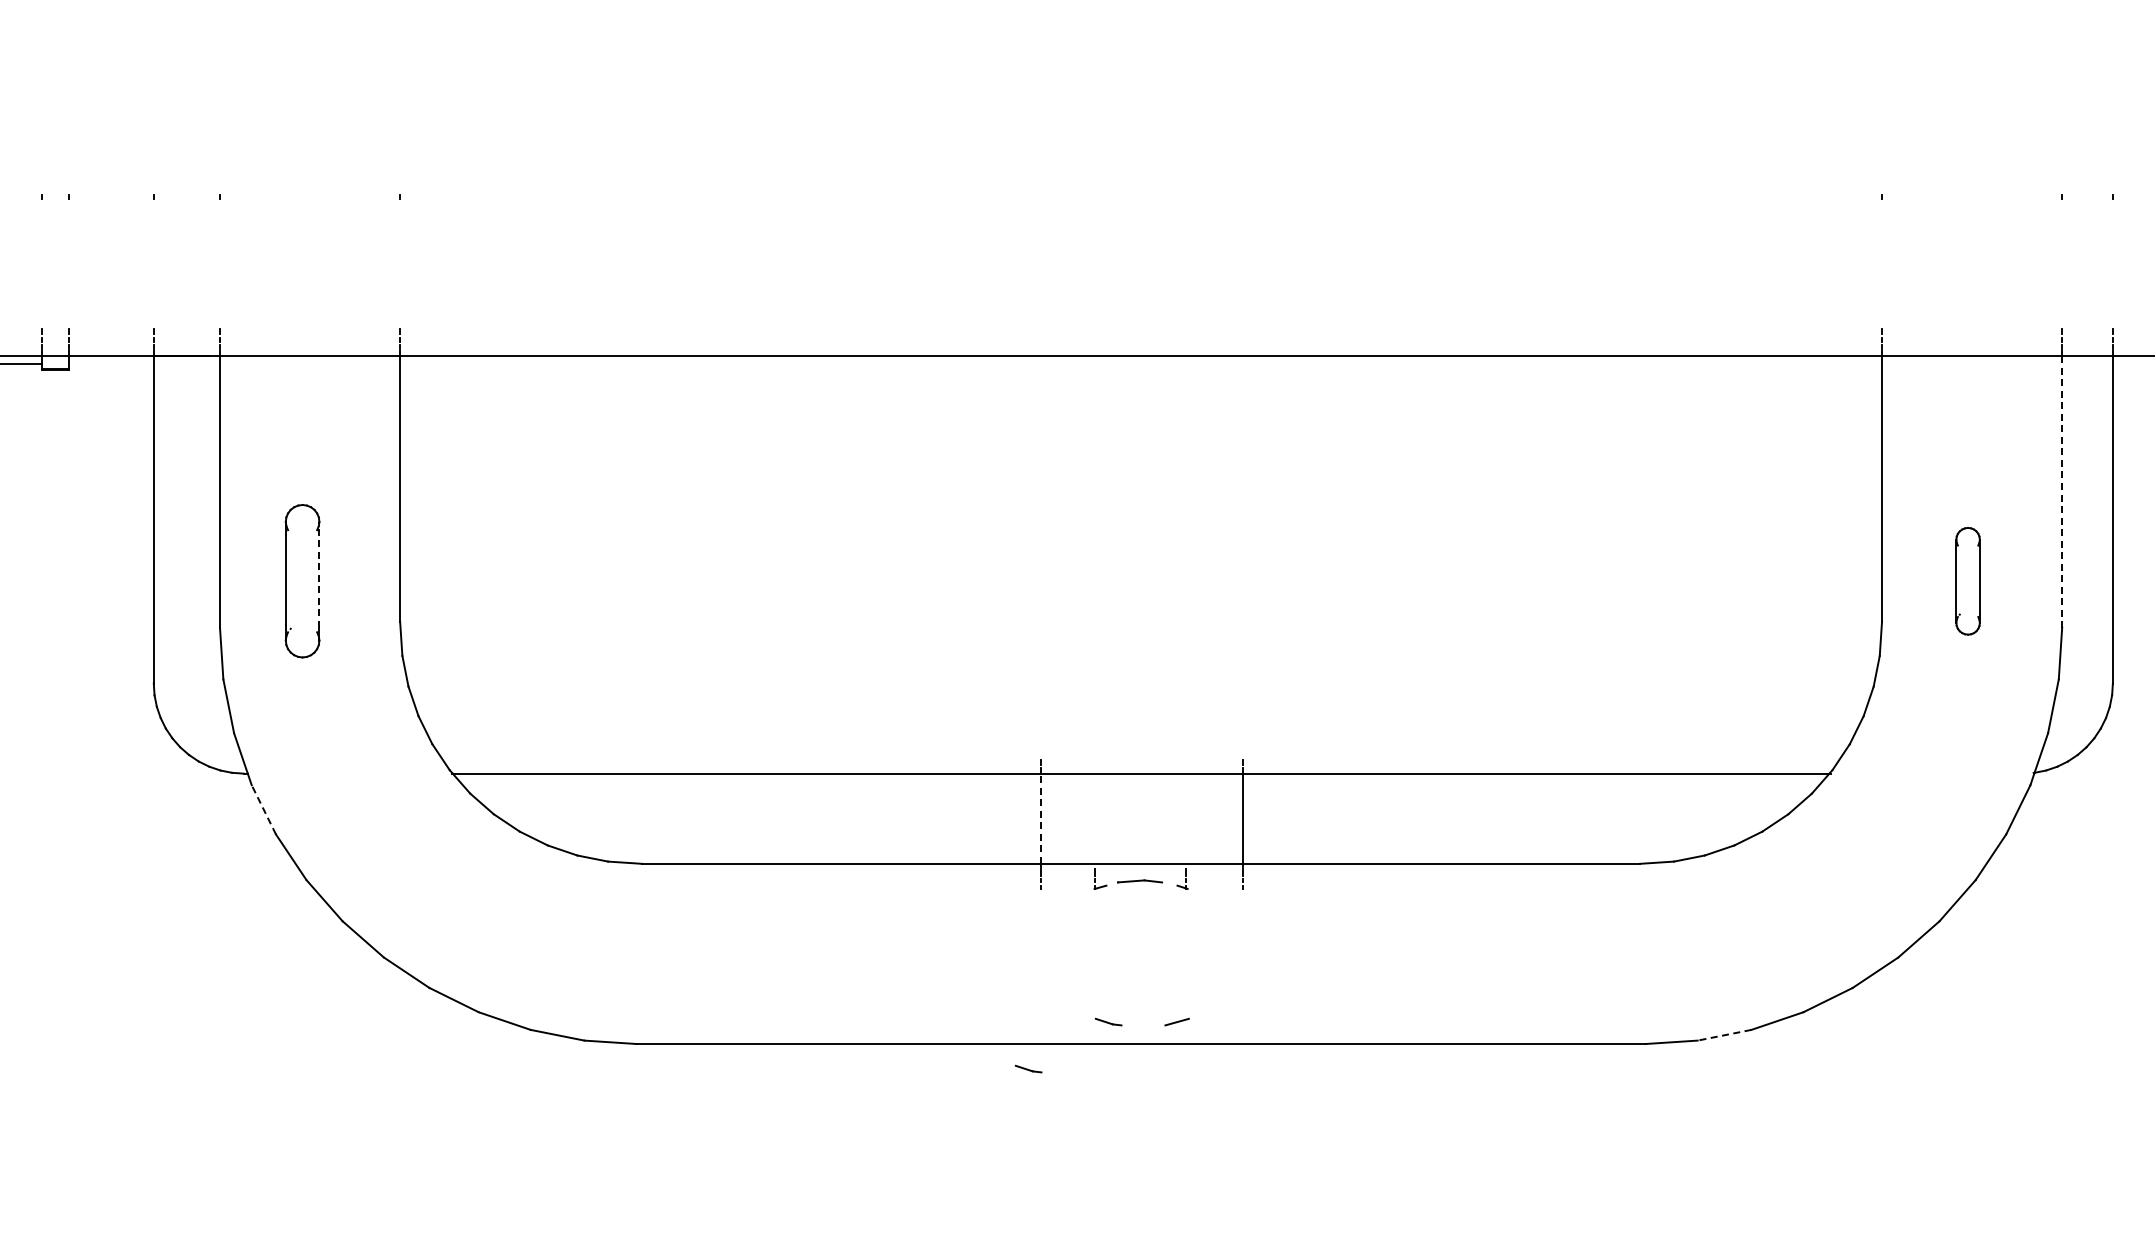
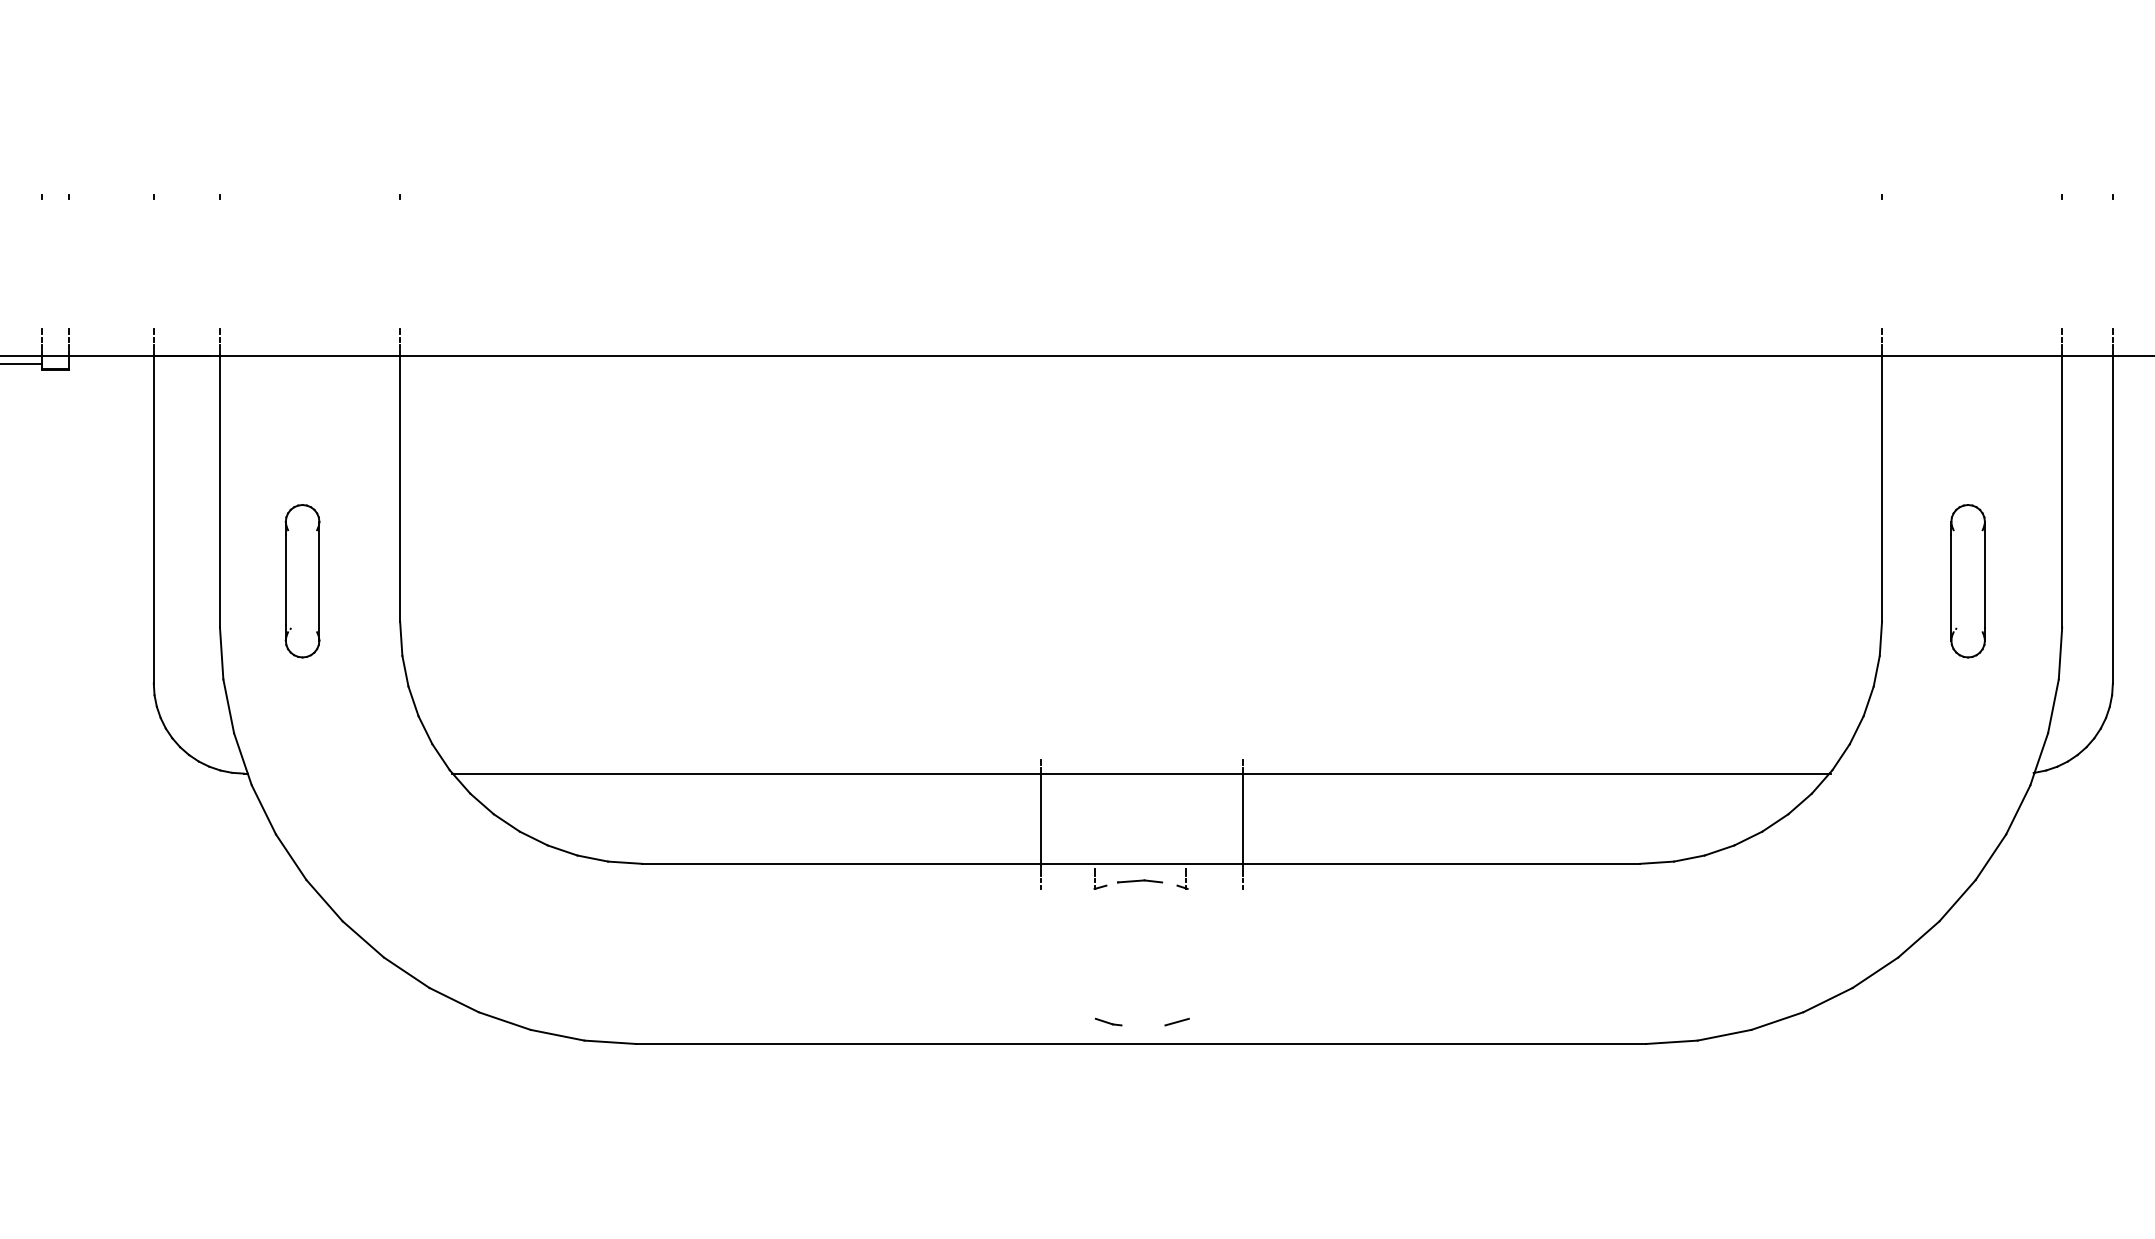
line at (2062, 492): dashed -> solid
line at (319, 574): dashed -> solid
part at (1967, 581) size: 26x109 px -> 36x155 px
line at (263, 809): dashed -> solid
line at (1040, 818): dashed -> solid
line at (1724, 1035): dashed -> solid
part at (1028, 1068): present -> none
